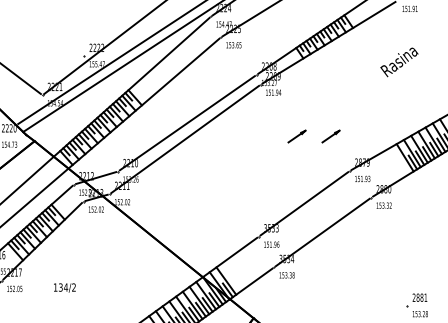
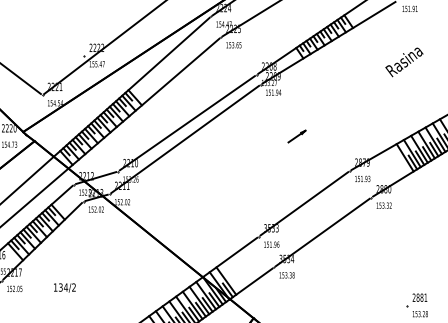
text at (399, 62) position: (399, 62) -> (404, 62)
line at (110, 63) position: (110, 63) -> (122, 67)
part at (330, 136): present -> none
